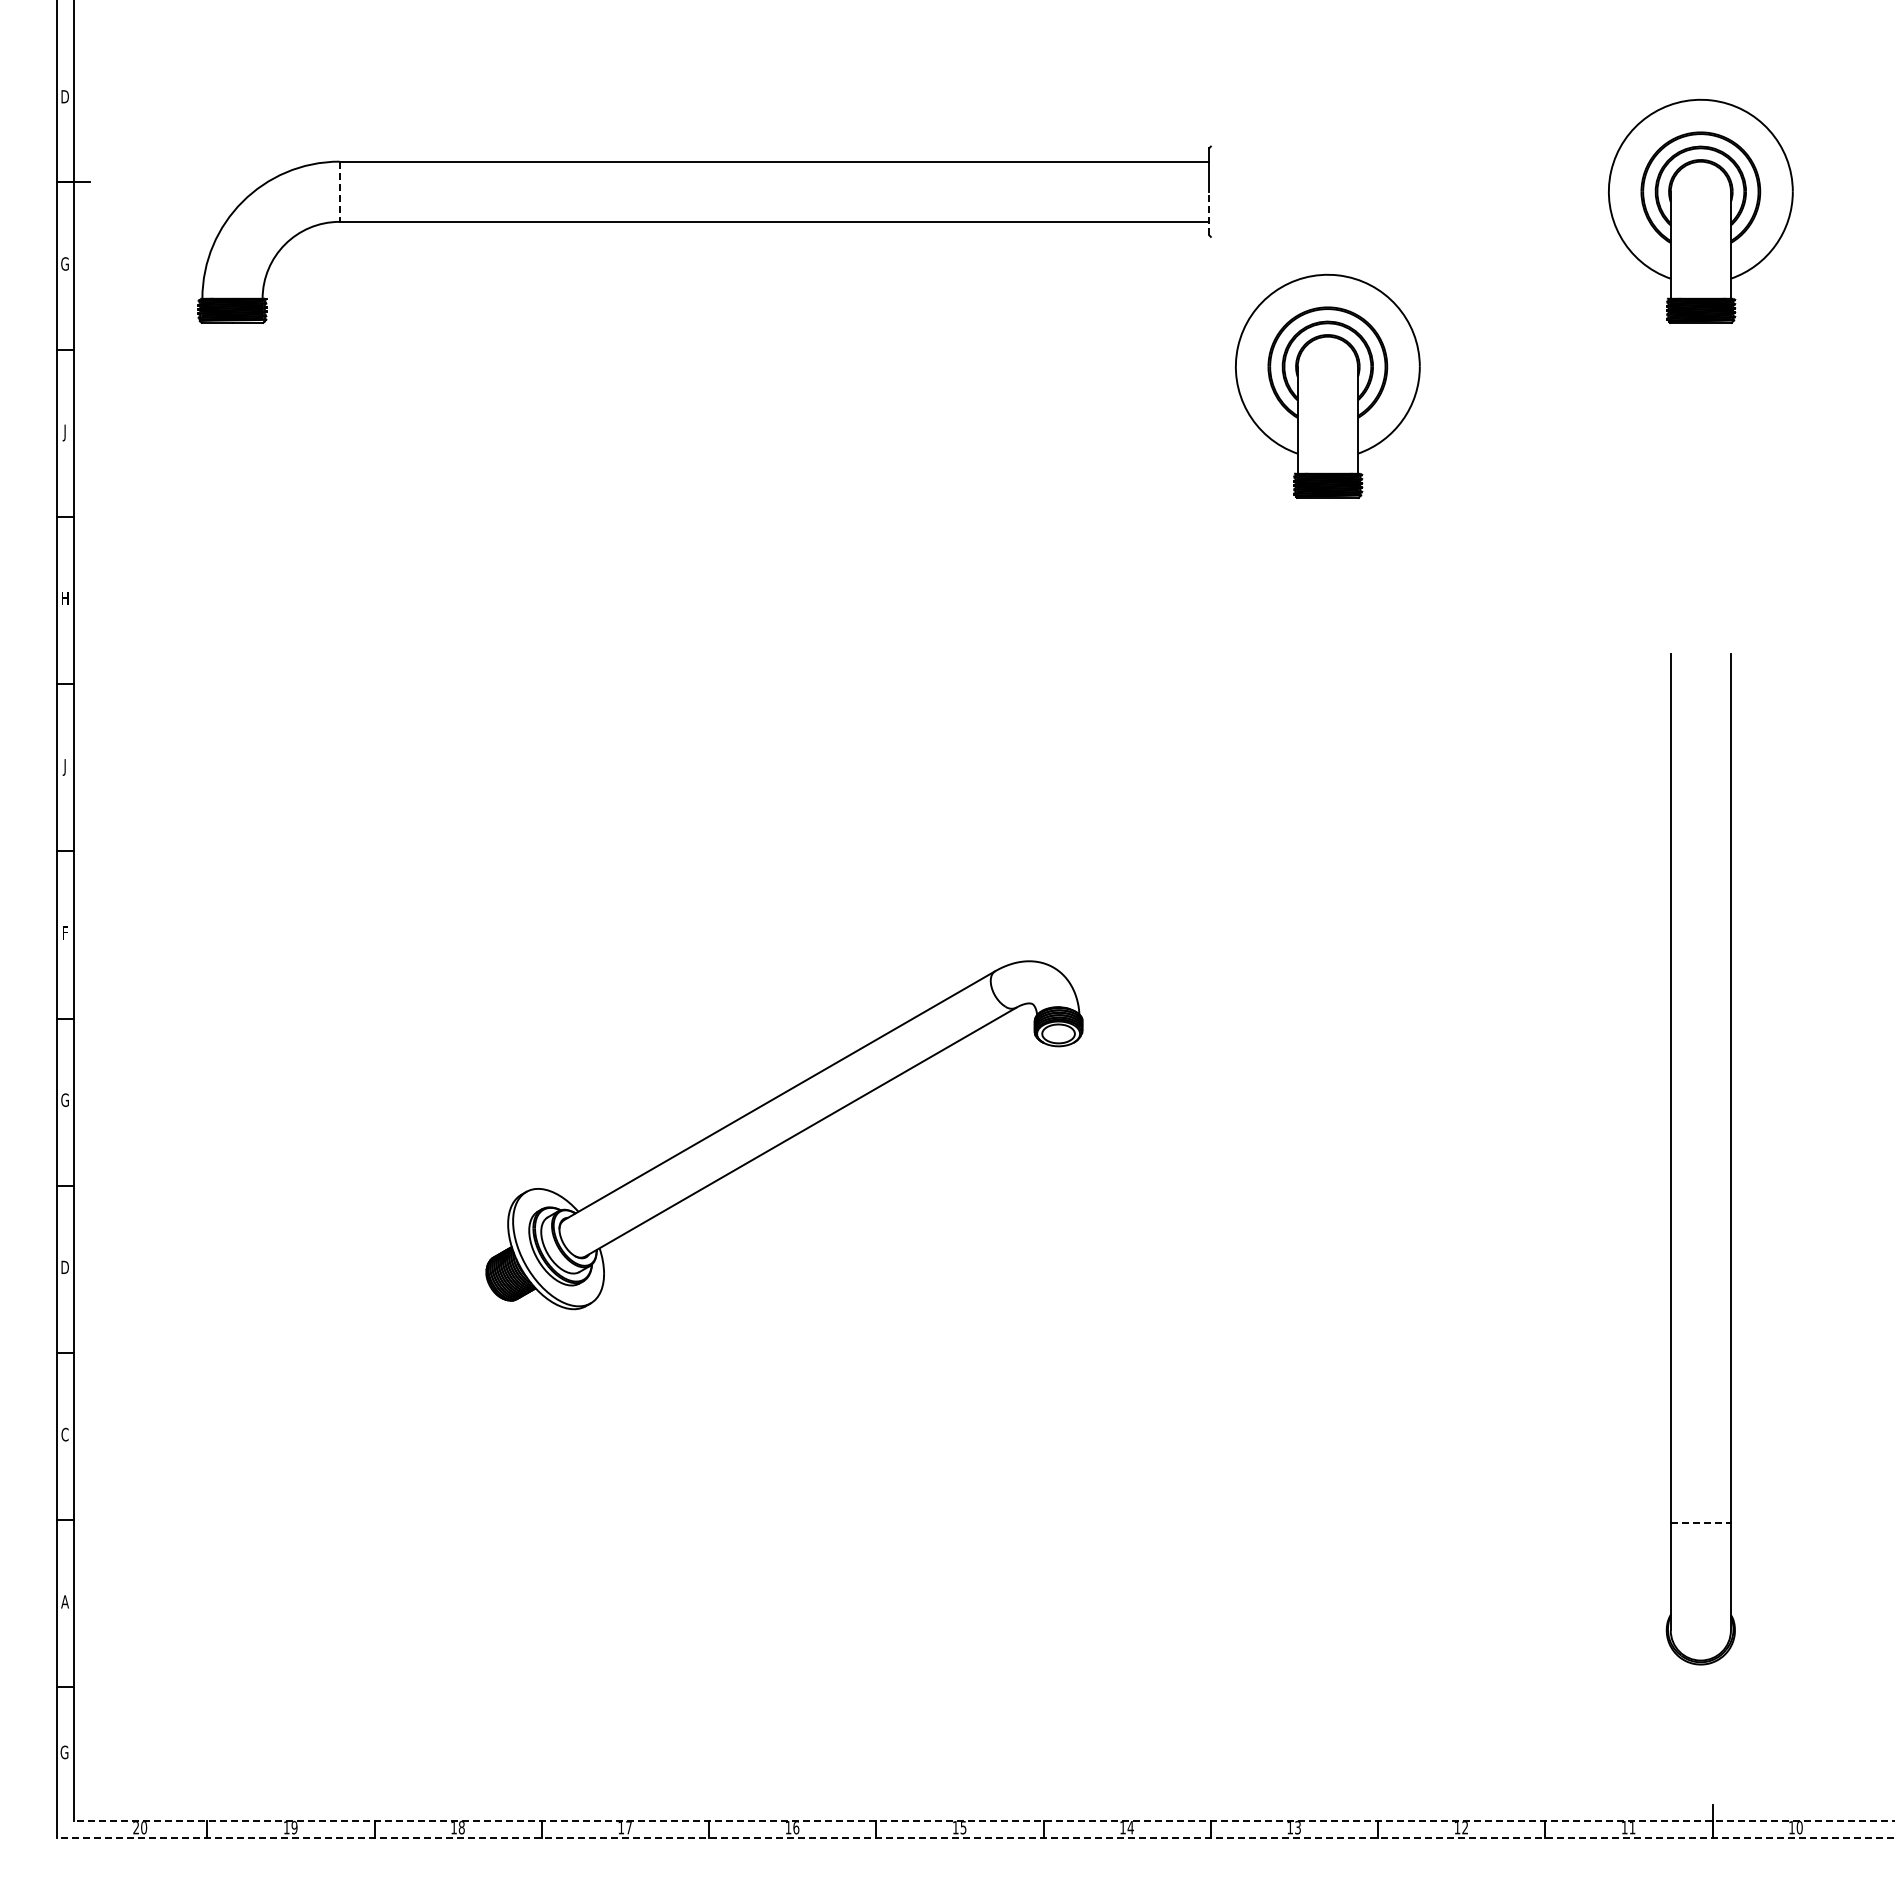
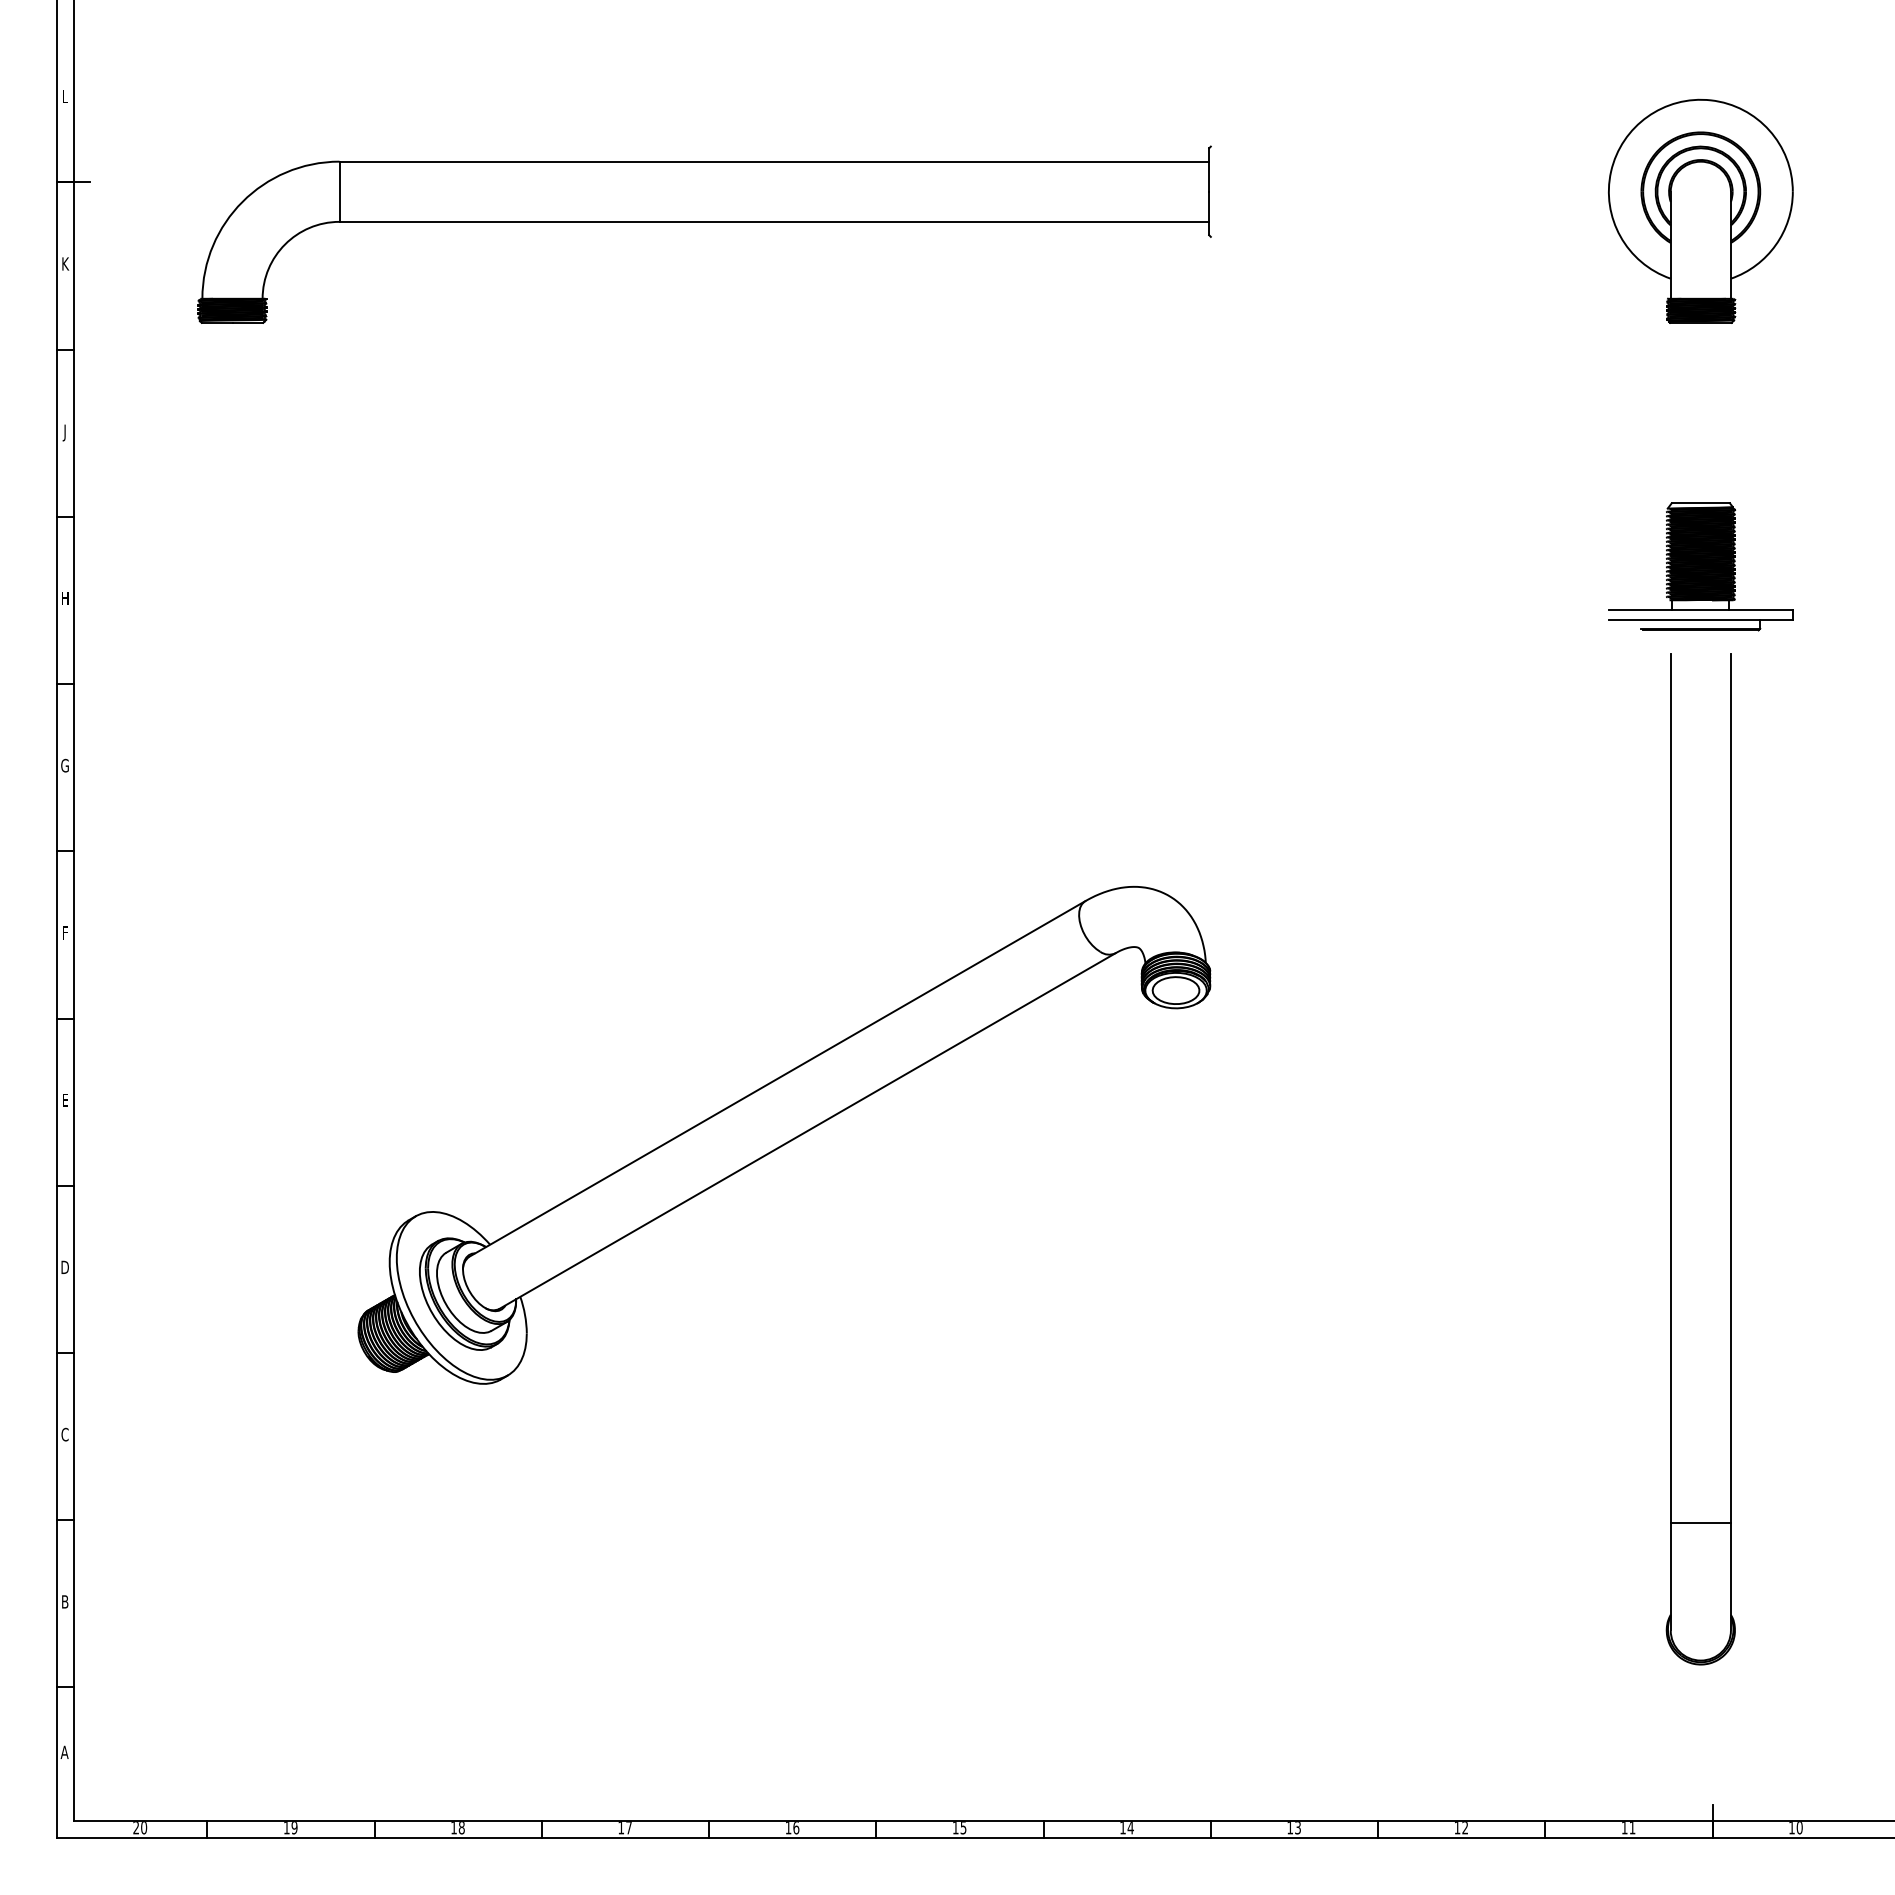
text at (64, 96): D -> L
line at (339, 192): dashed -> solid
line at (1209, 213): dashed -> solid
text at (65, 263): G -> K
part at (1327, 385): present -> none
part at (1700, 566): none -> present
text at (64, 766): J -> G
text at (64, 1099): G -> E
part at (784, 1135) size: 599x351 px -> 855x500 px
line at (1701, 1523): dashed -> solid
text at (64, 1601): A -> B
text at (64, 1752): G -> A
line at (983, 1821): dashed -> solid
line at (975, 1837): dashed -> solid
